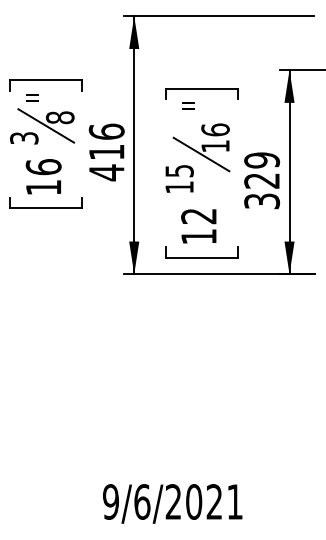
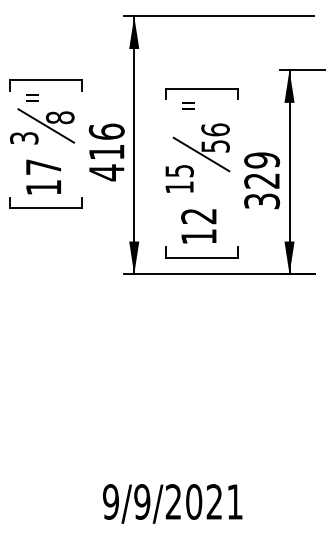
text at (215, 146): 16 -> 56
text at (43, 167): 16 -> 17
text at (142, 501): 9/6/2021 -> 9/9/2021
